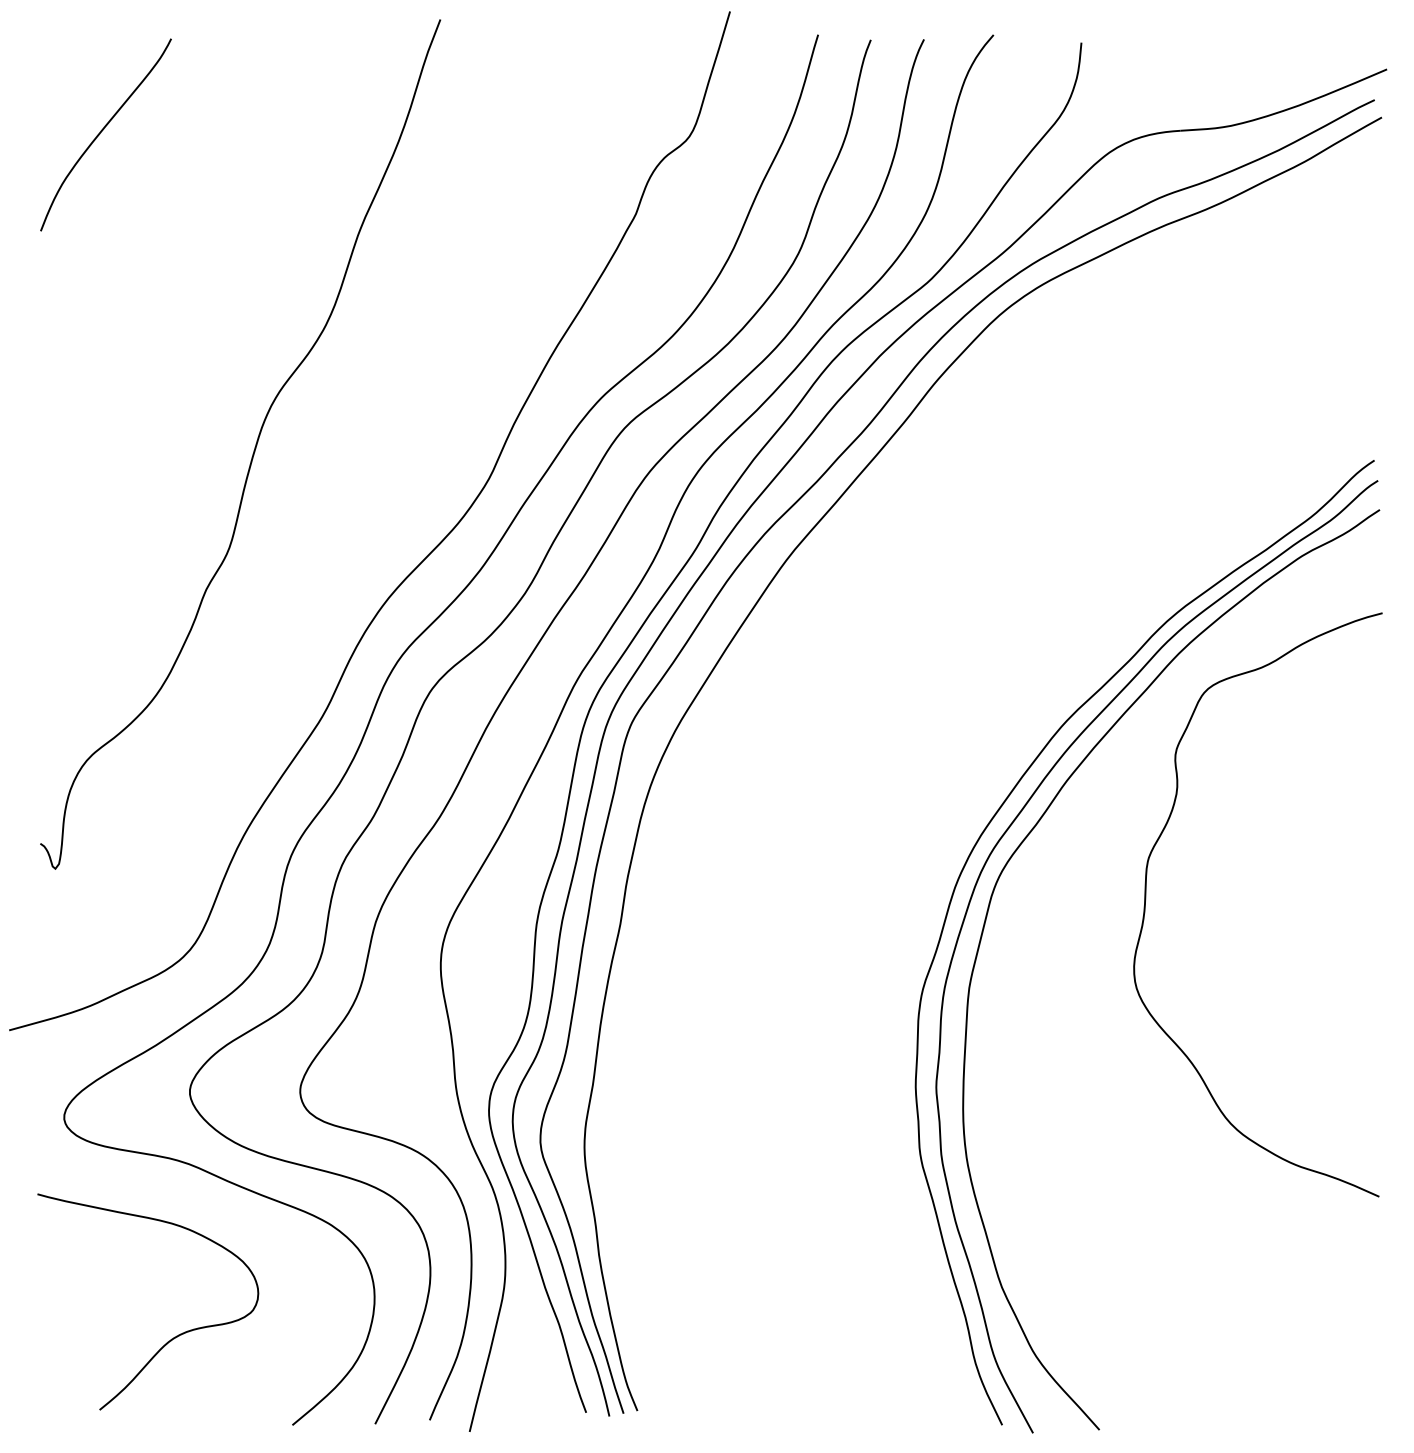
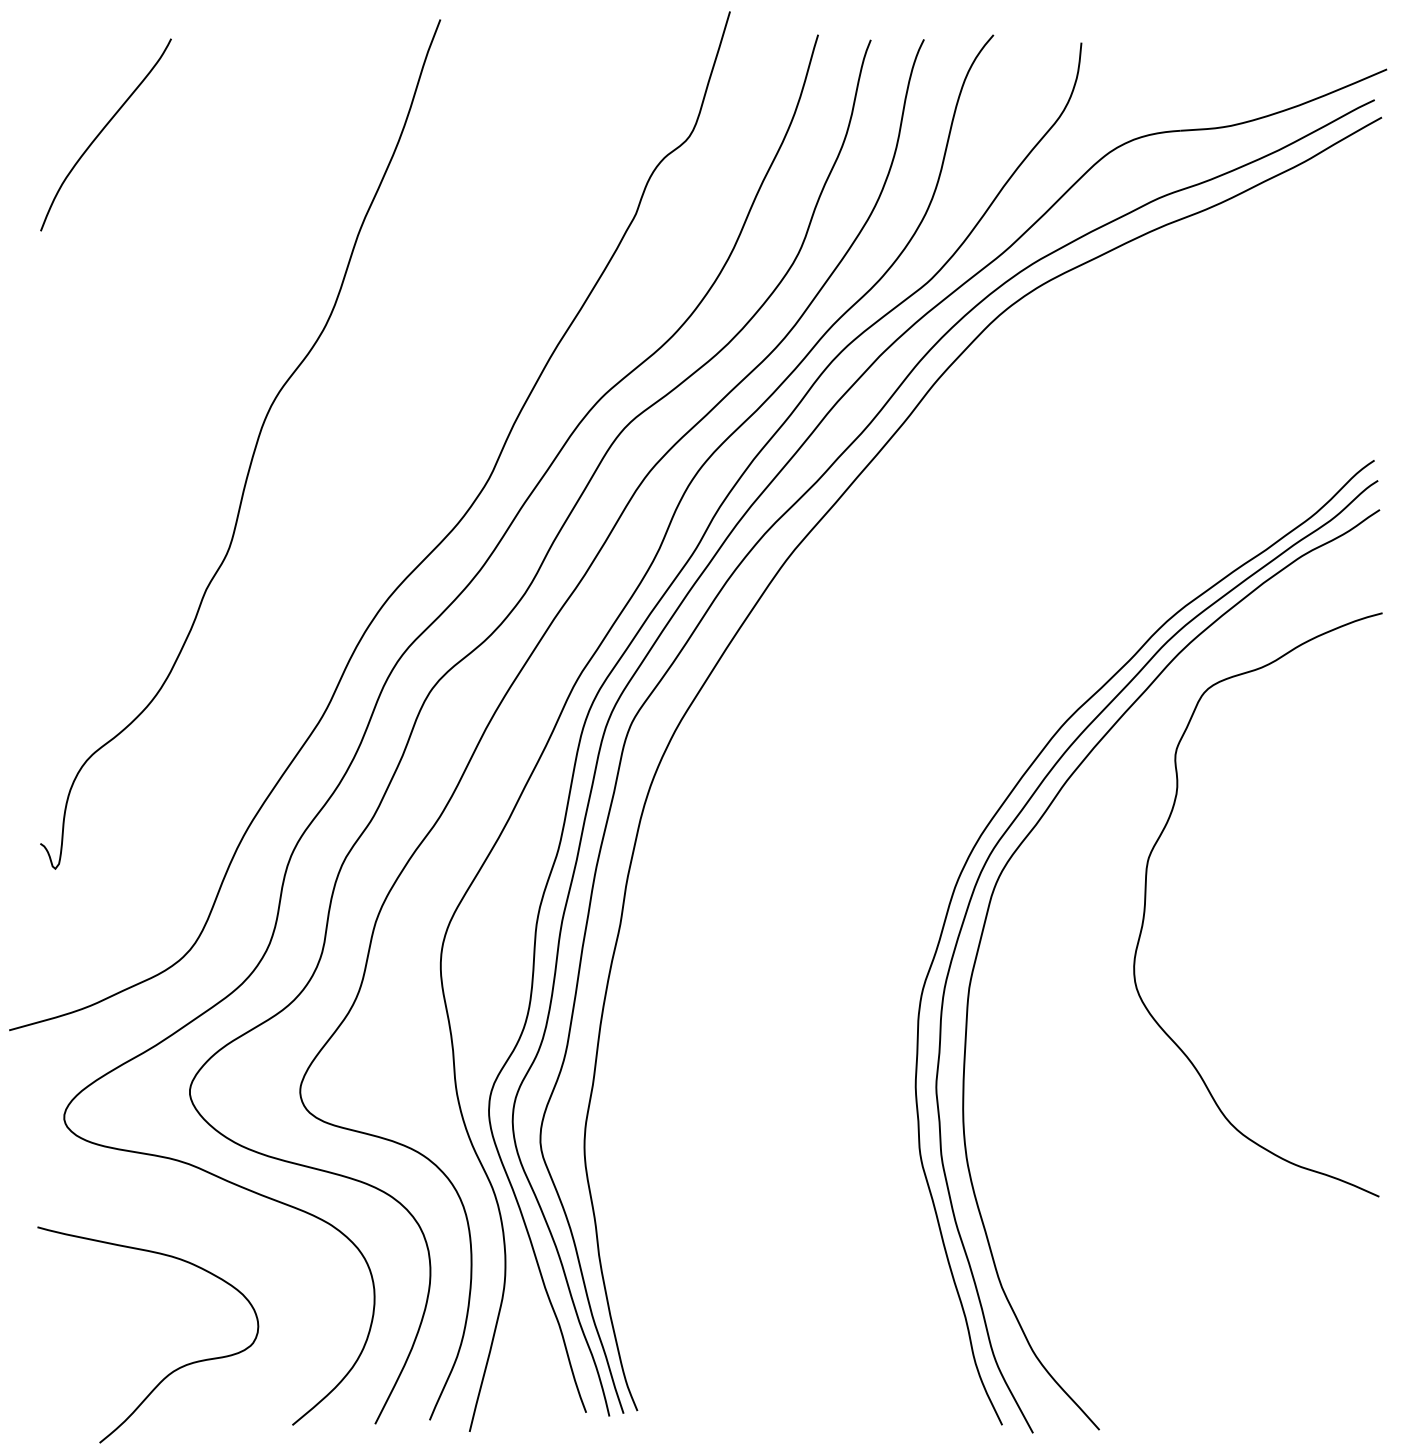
curve at (171, 1338) position: (171, 1338) -> (171, 1371)
